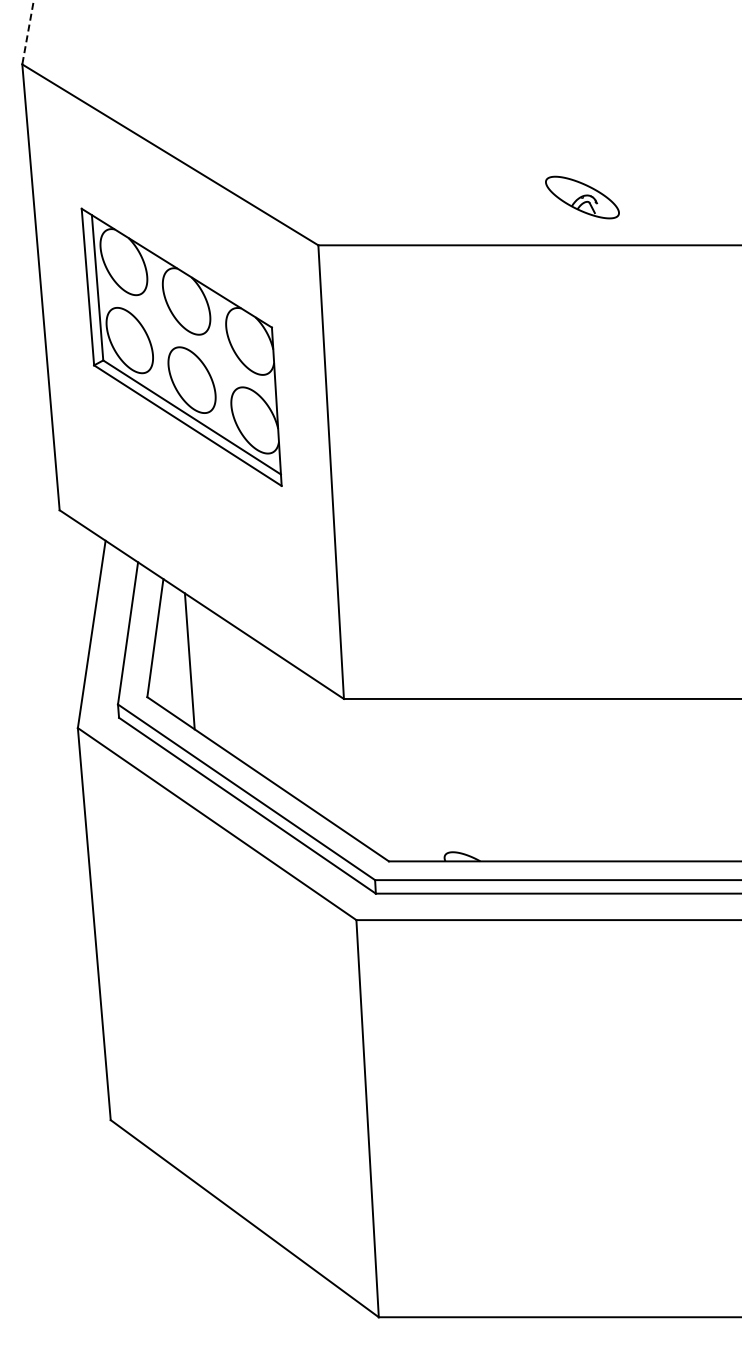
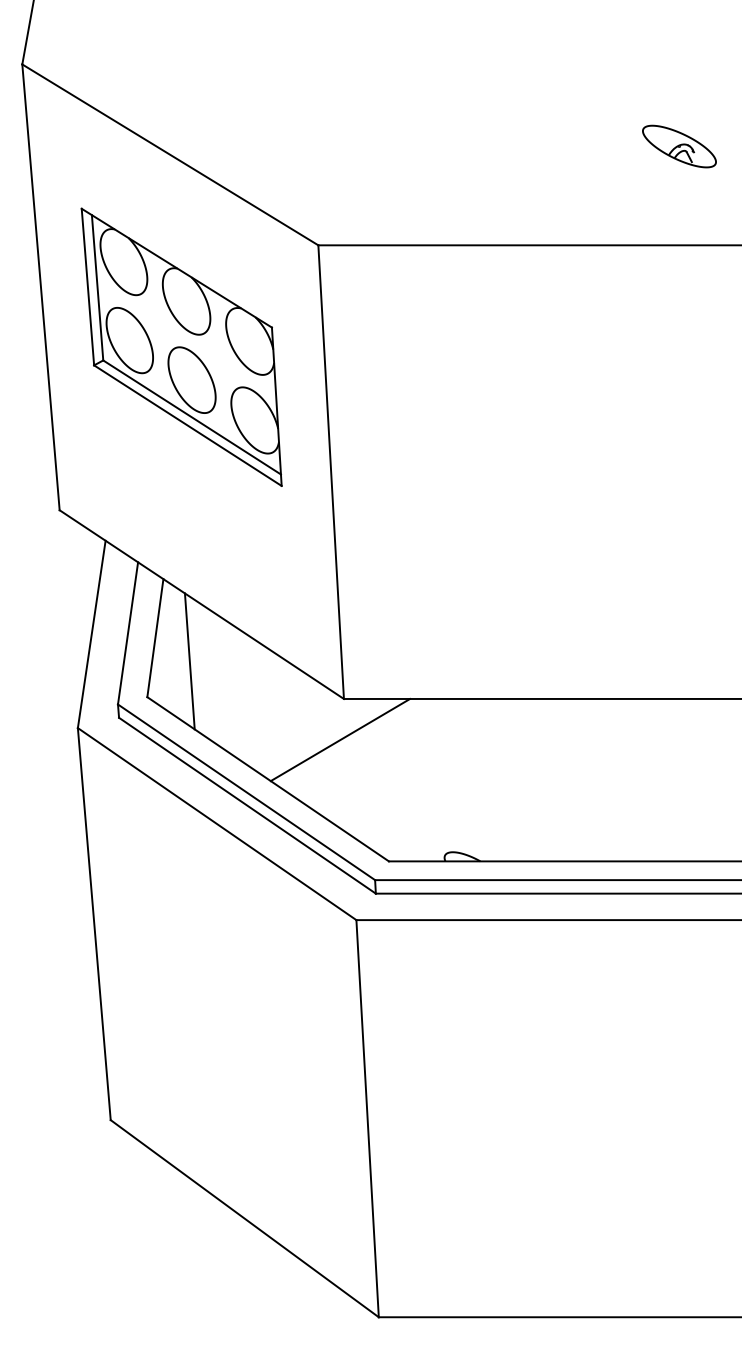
line at (27, 33): dashed -> solid
part at (582, 197) position: (582, 197) -> (679, 146)
line at (340, 739): none -> present
